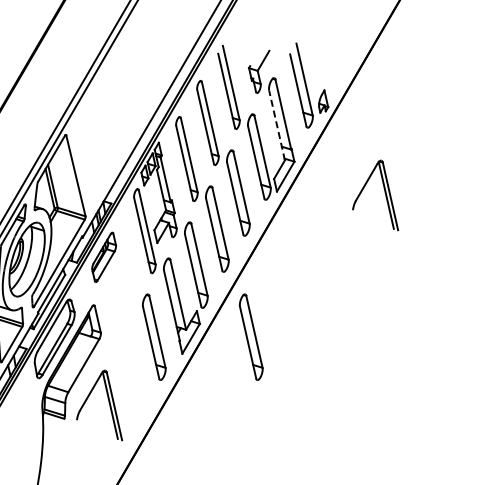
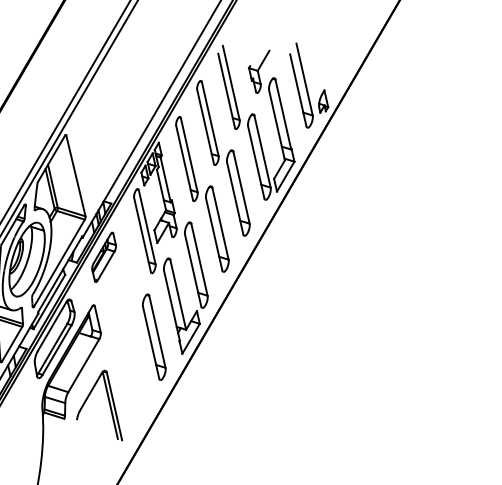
line at (277, 125): dashed -> solid
part at (384, 192): present -> none
part at (250, 336): present -> none
